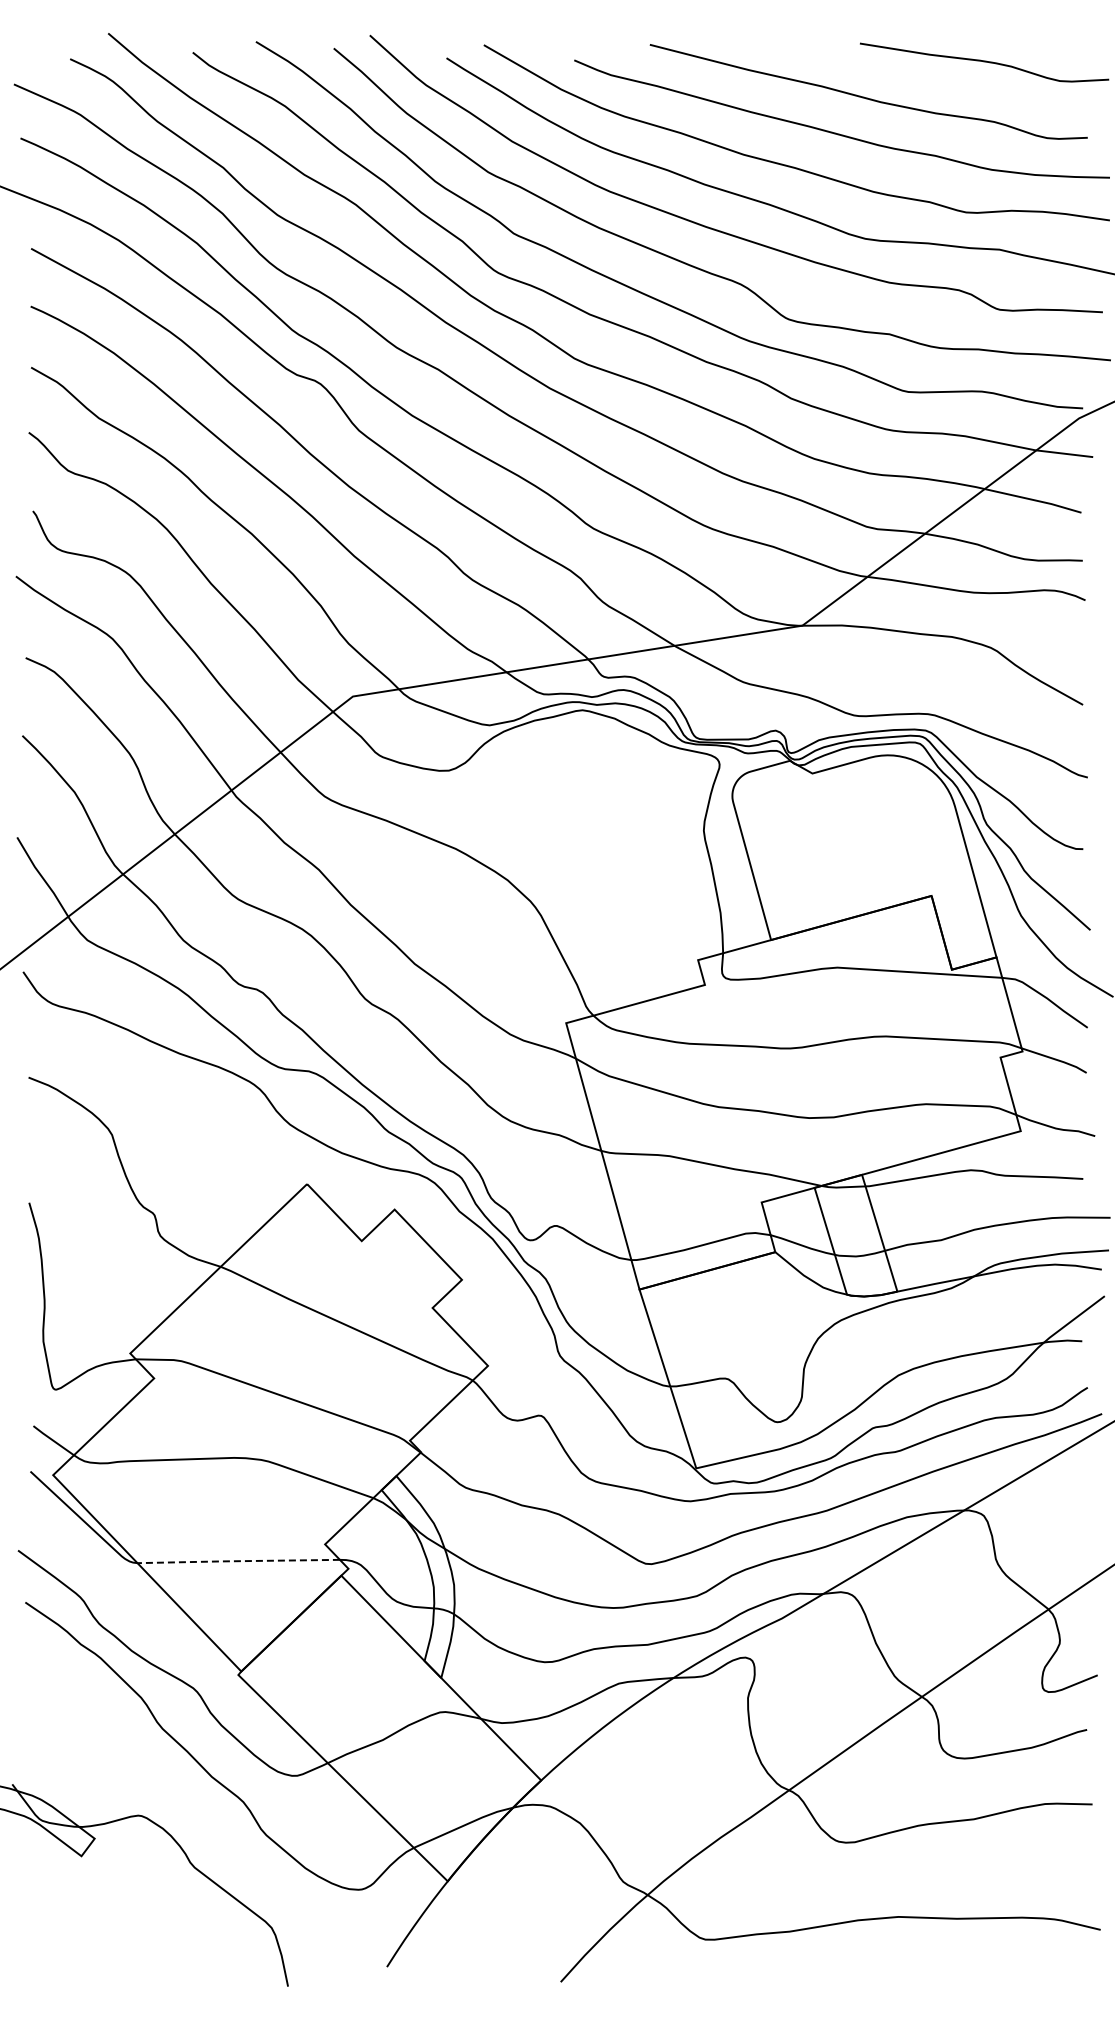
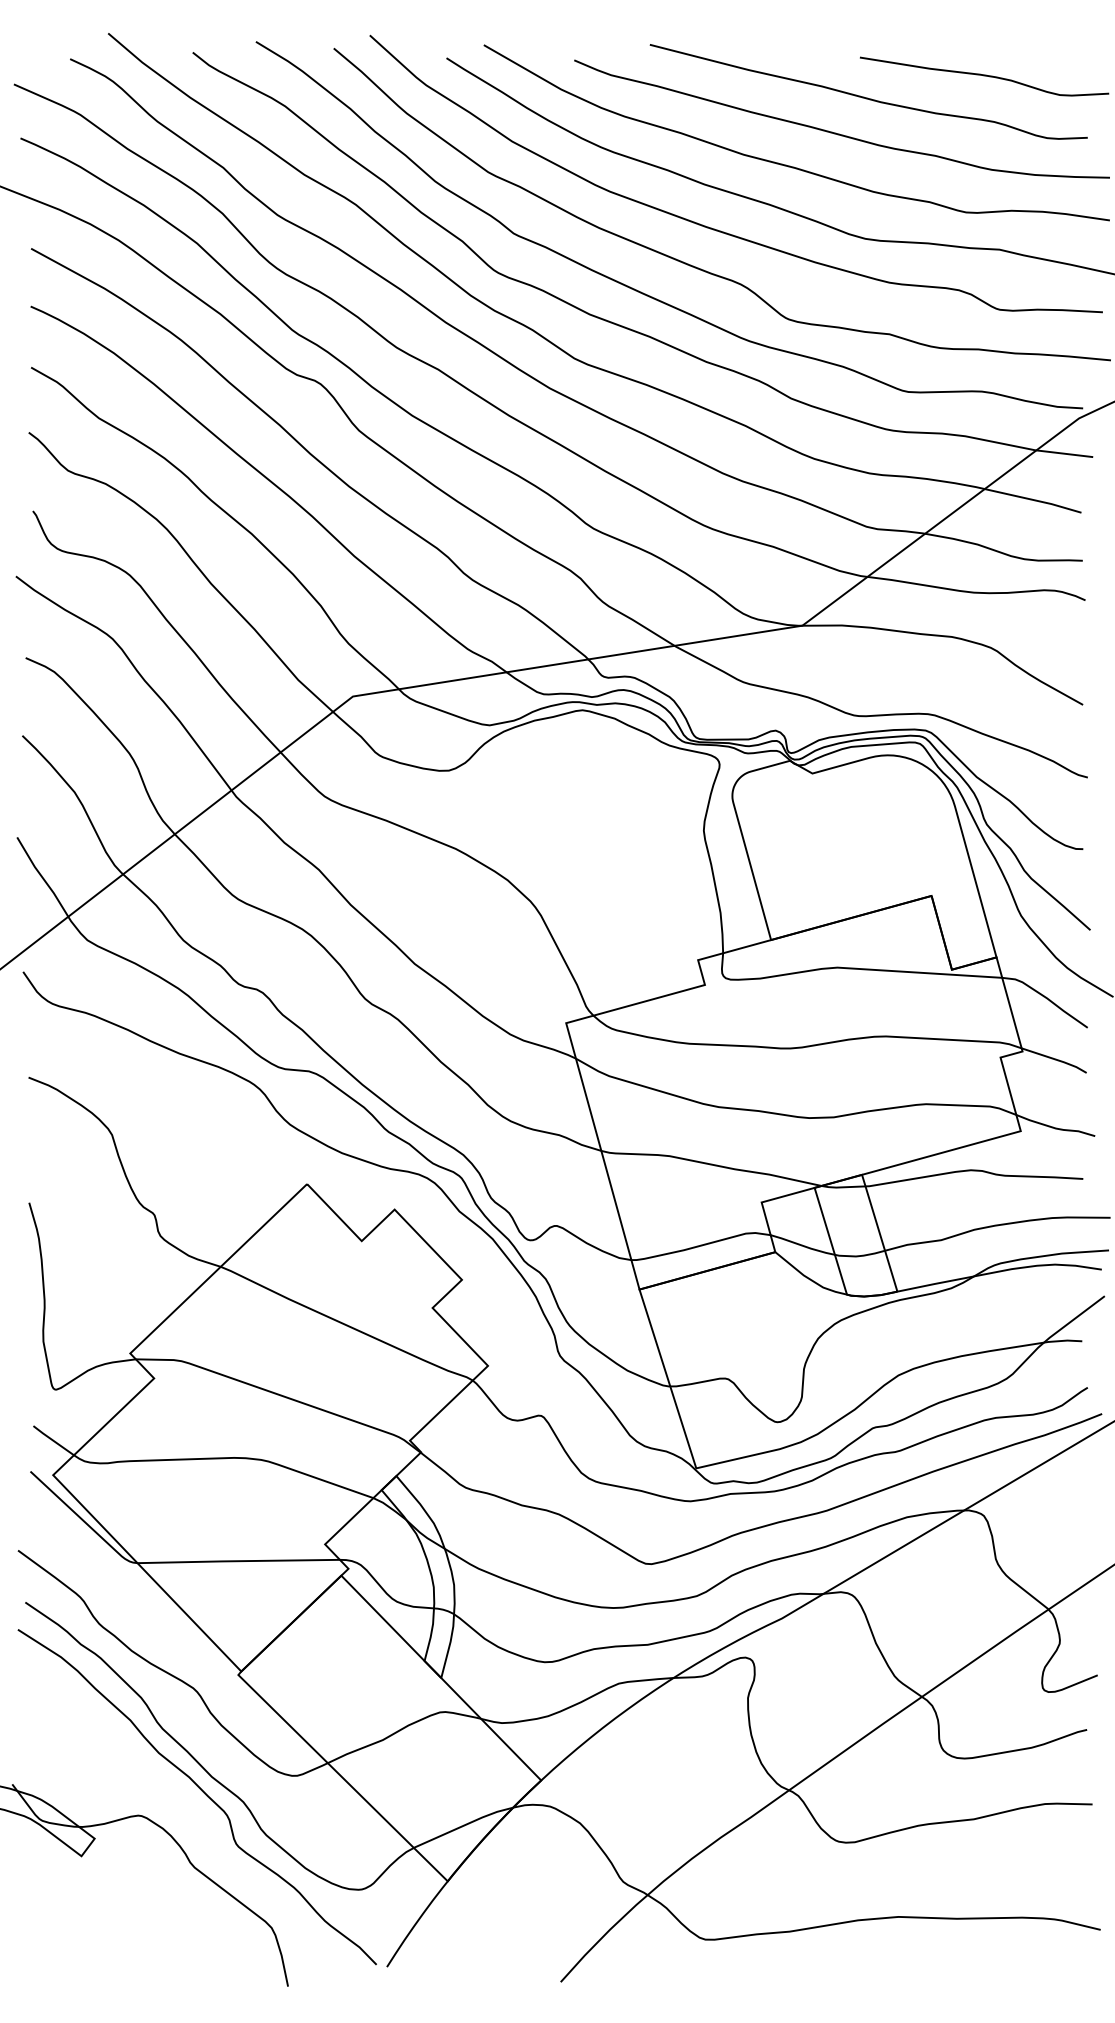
curve at (984, 62) position: (984, 62) -> (984, 76)
line at (237, 1561): dashed -> solid
curve at (201, 1791): none -> present
